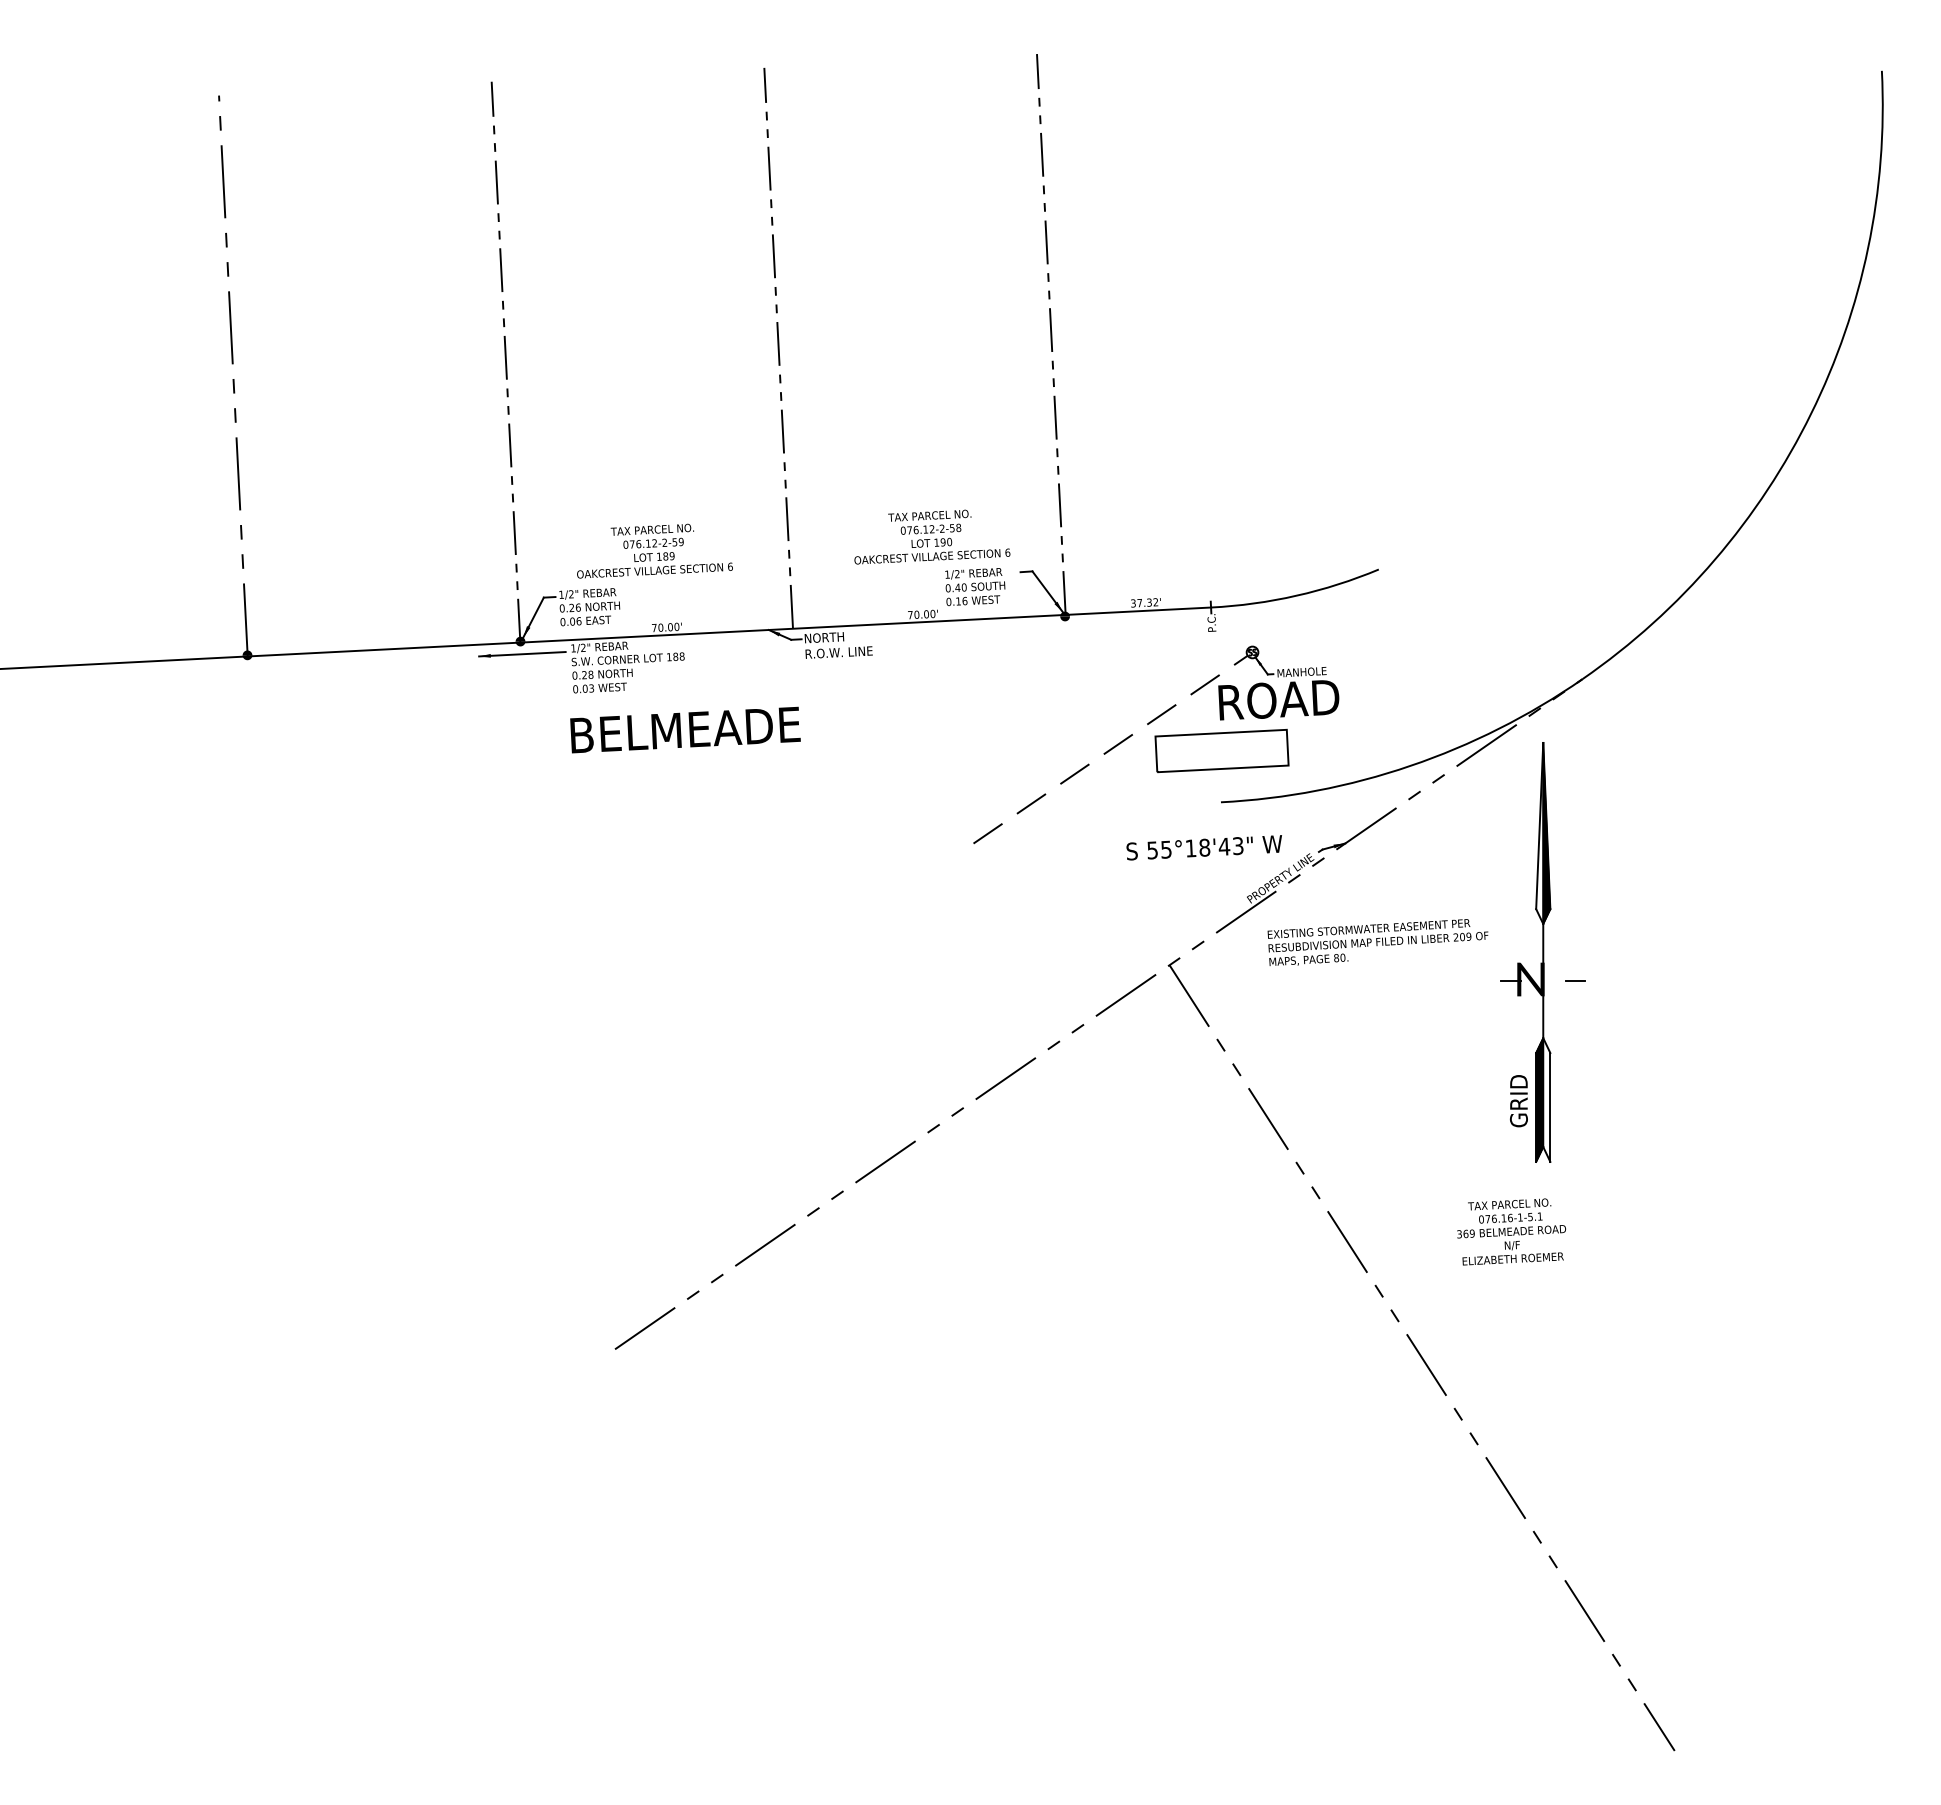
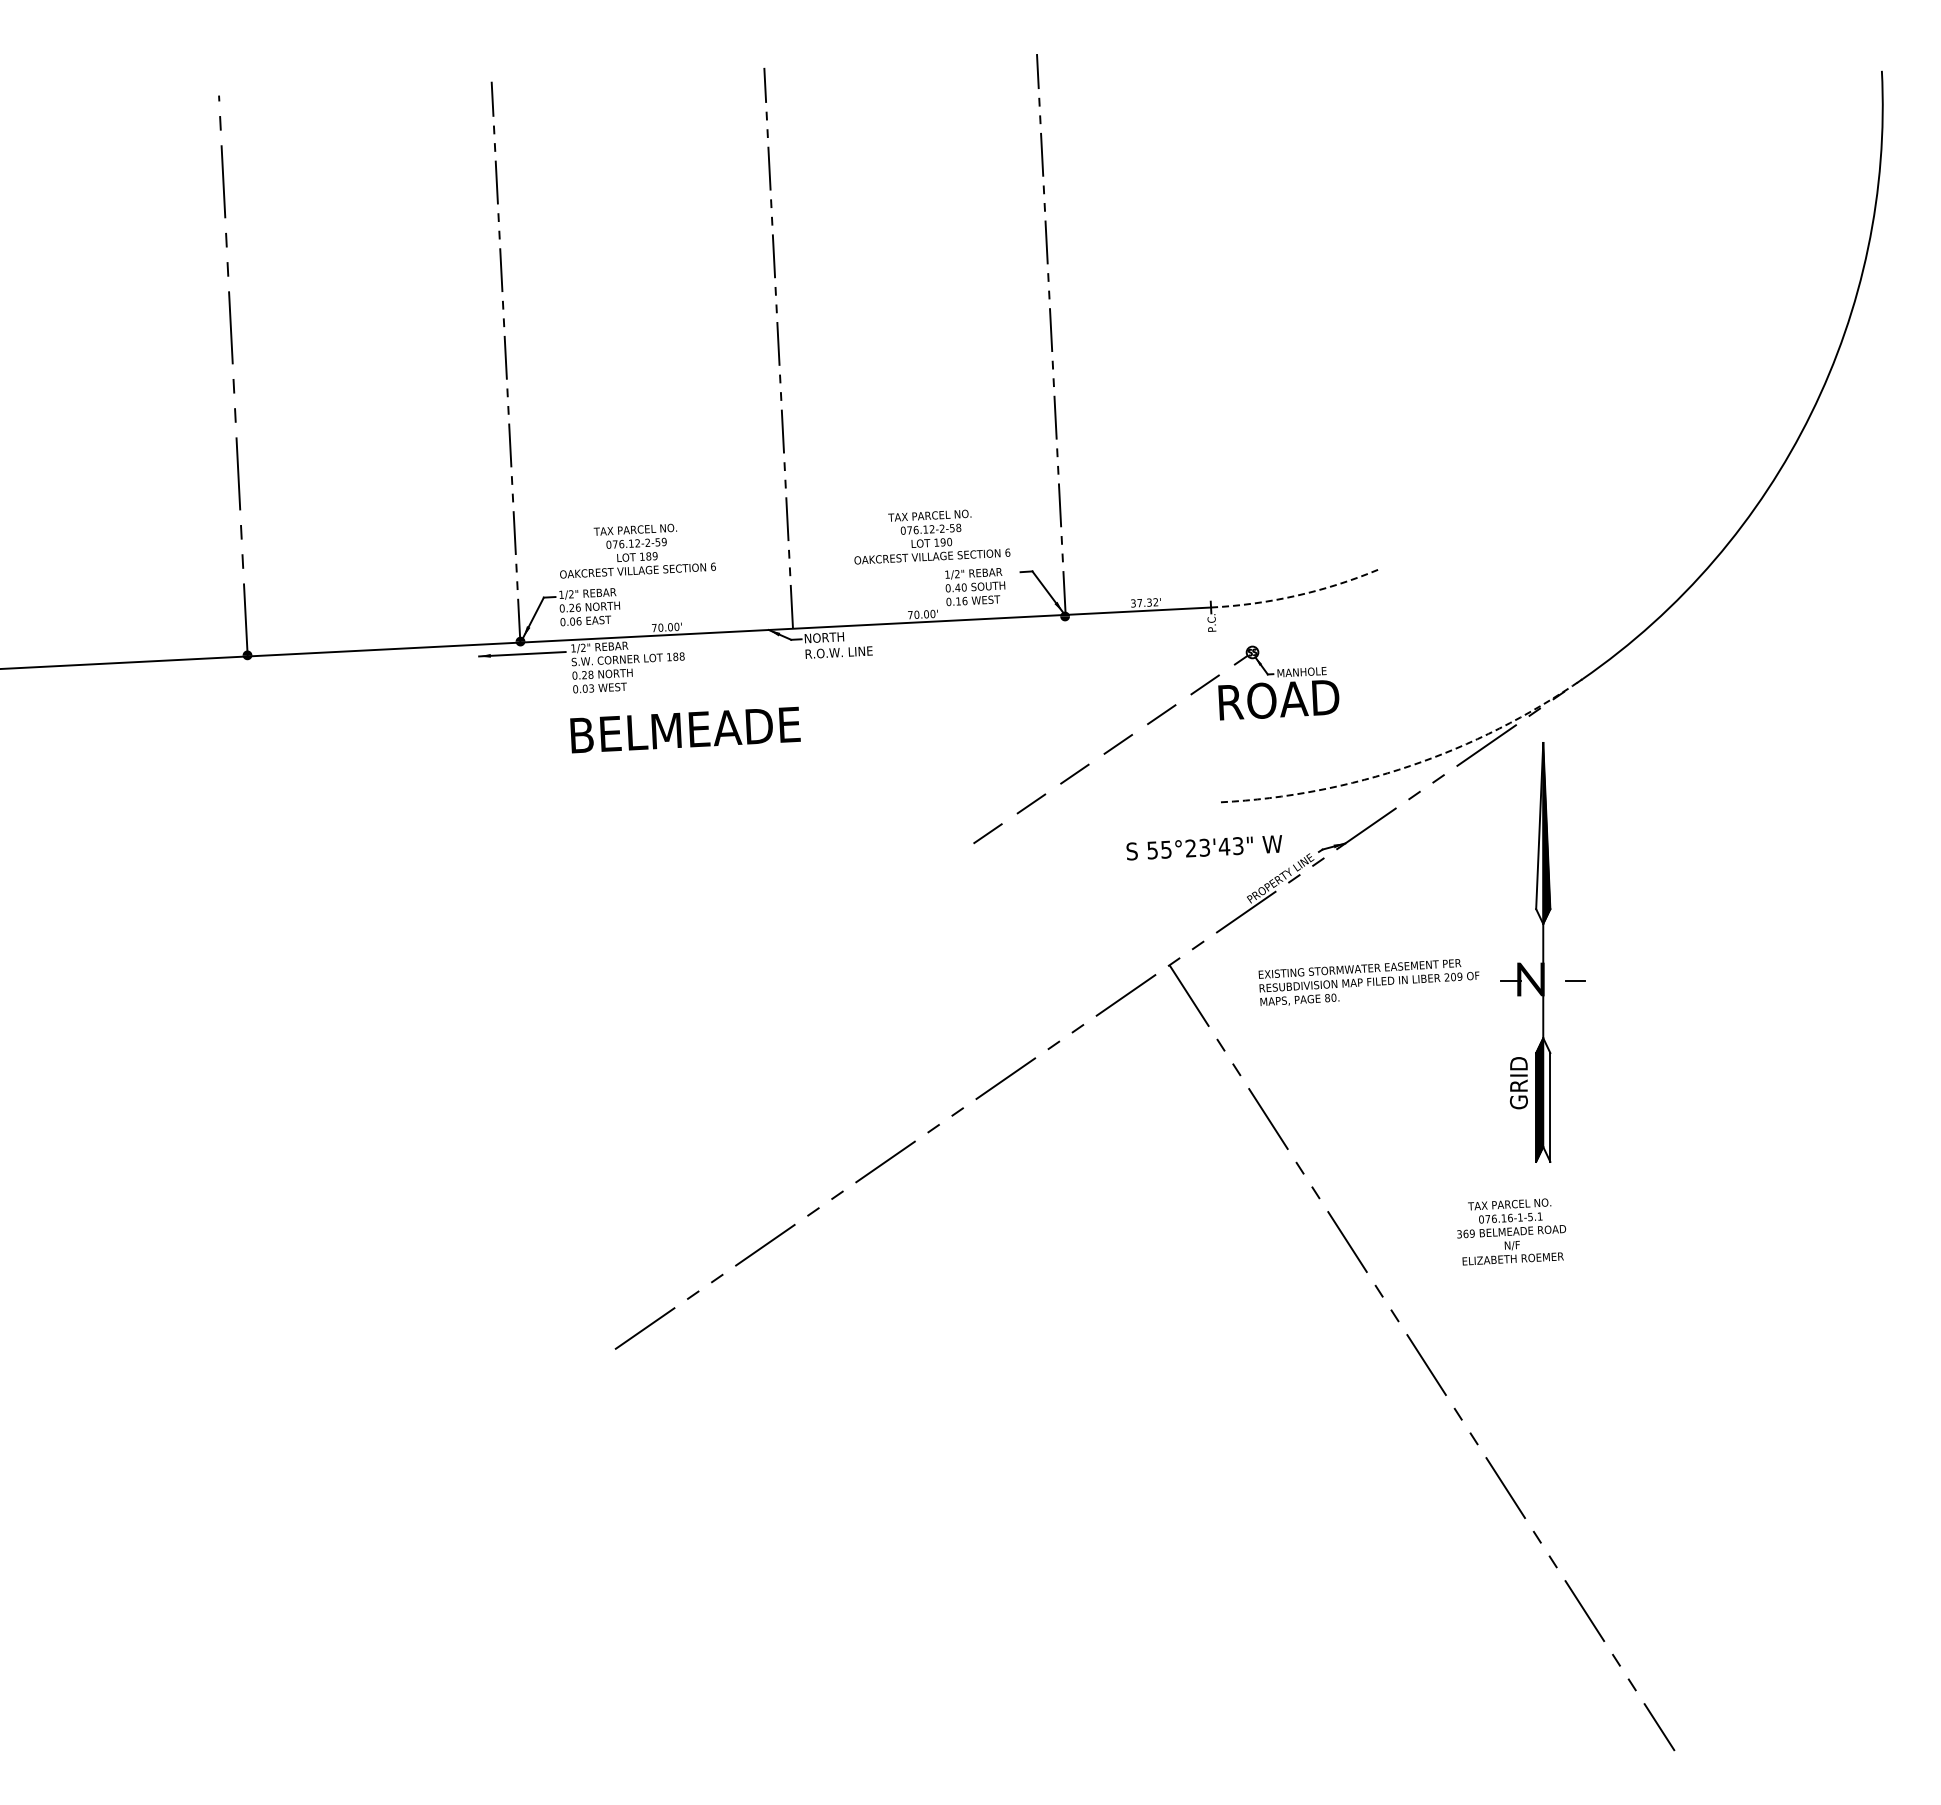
text at (654, 550) position: (654, 550) -> (637, 550)
line at (1296, 595): solid -> dashed
part at (1221, 751): present -> none
line at (1410, 765): solid -> dashed
text at (1197, 847): 55°18'43" -> 55°23'43"
text at (1377, 942) position: (1377, 942) -> (1368, 982)
text at (1518, 1101) position: (1518, 1101) -> (1518, 1083)
